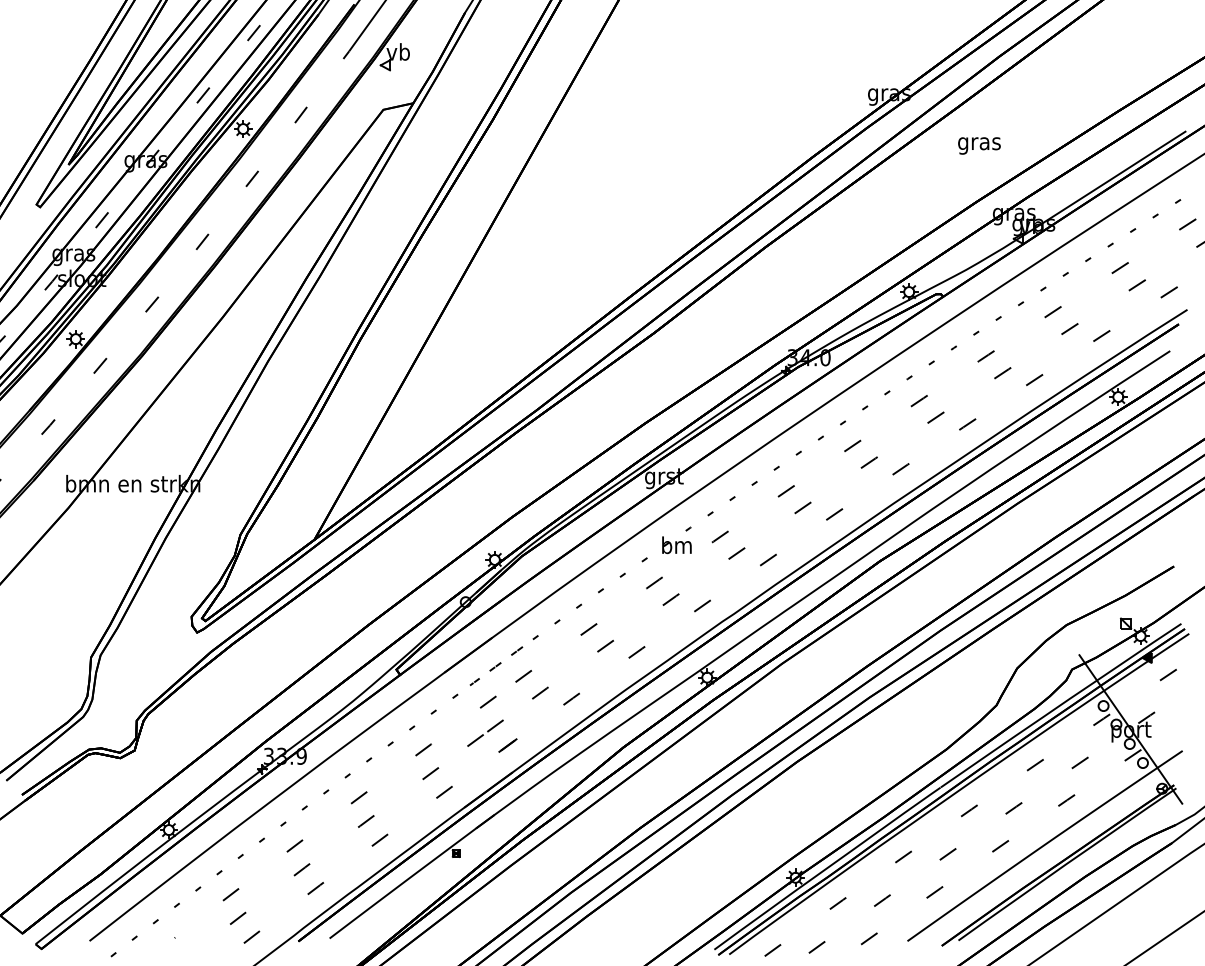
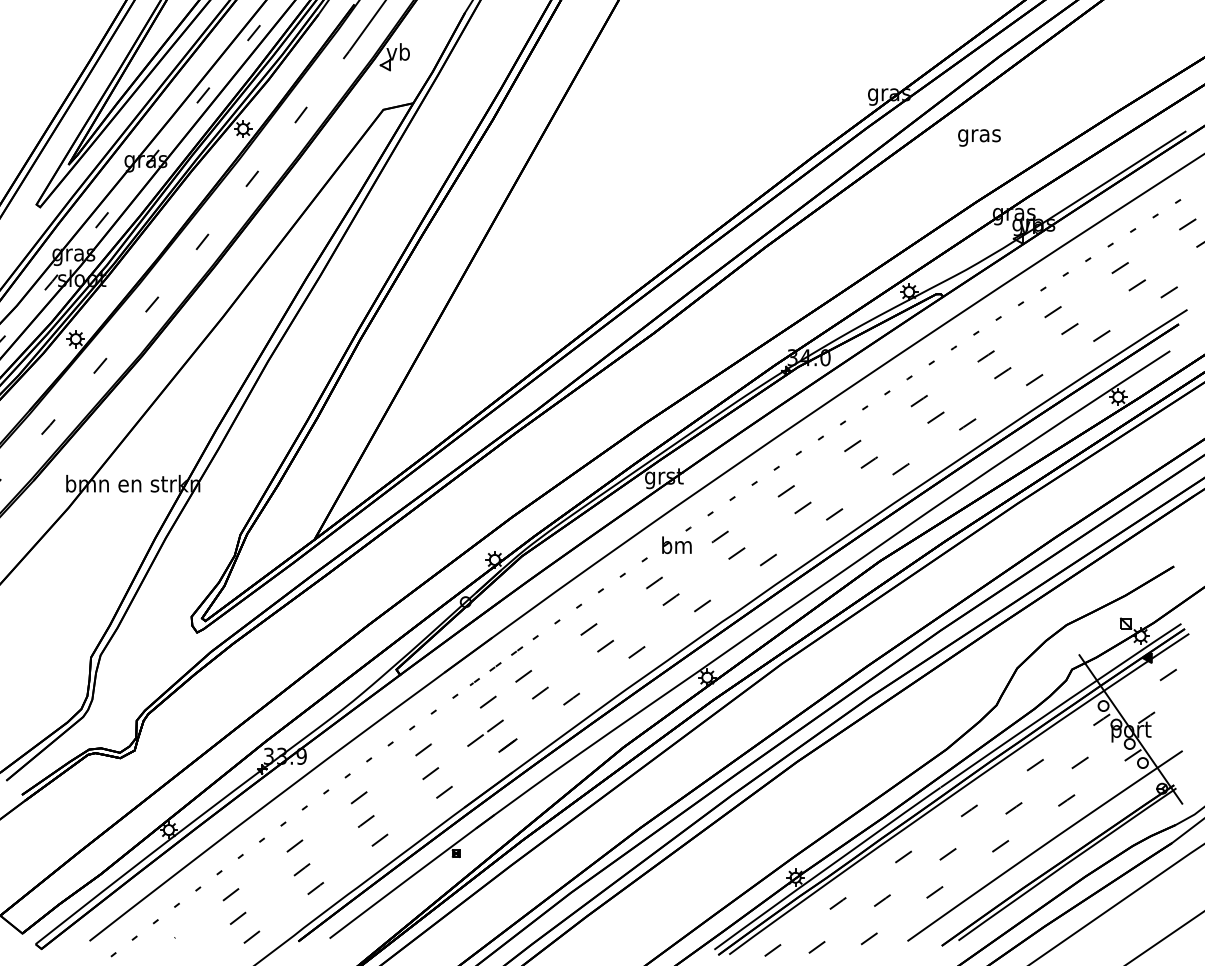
text at (979, 145) position: (979, 145) -> (979, 137)
